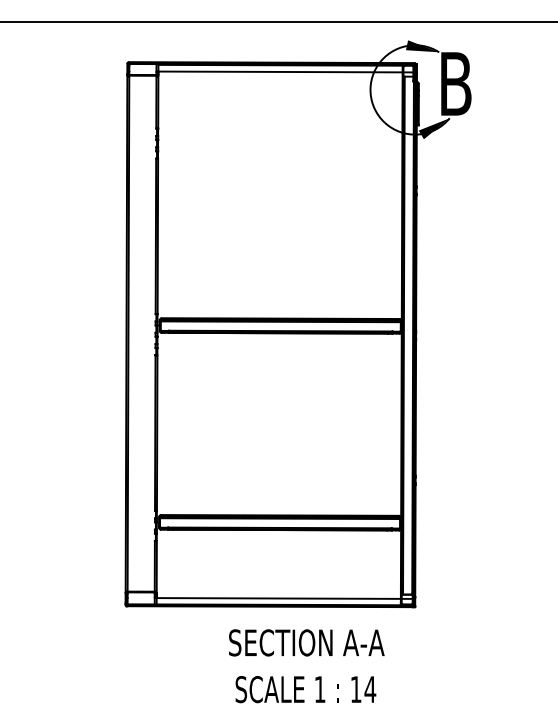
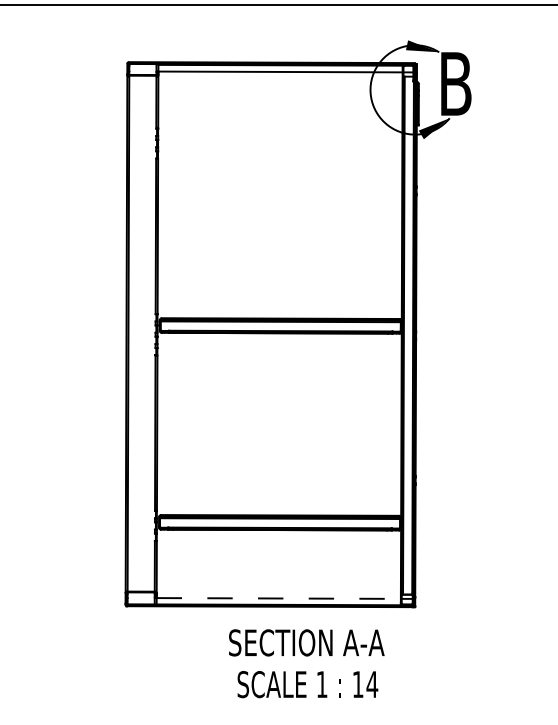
line at (278, 21) position: (278, 21) -> (278, 4)
line at (279, 598): solid -> dashed
text at (305, 689) position: (305, 689) -> (307, 684)
